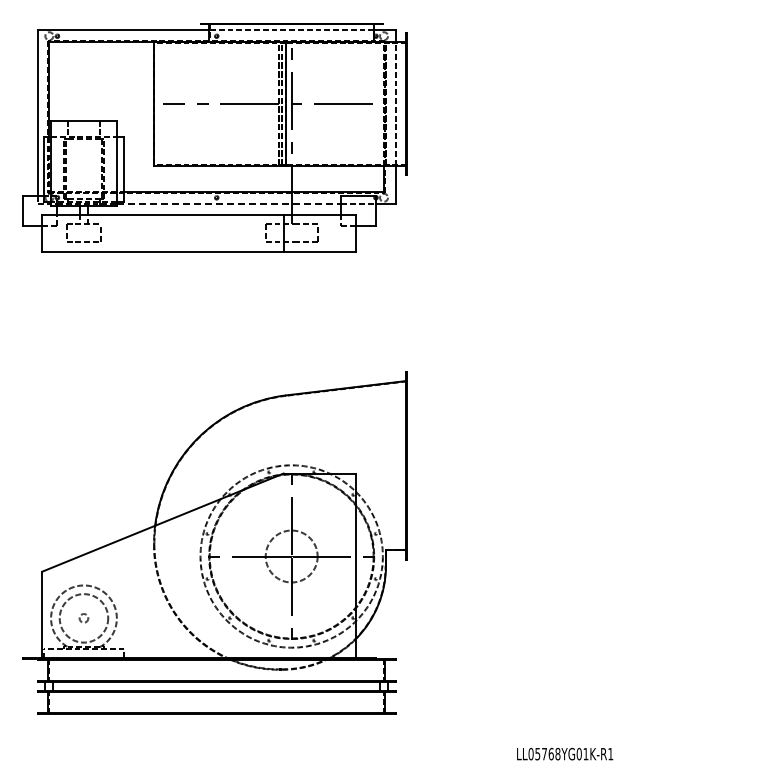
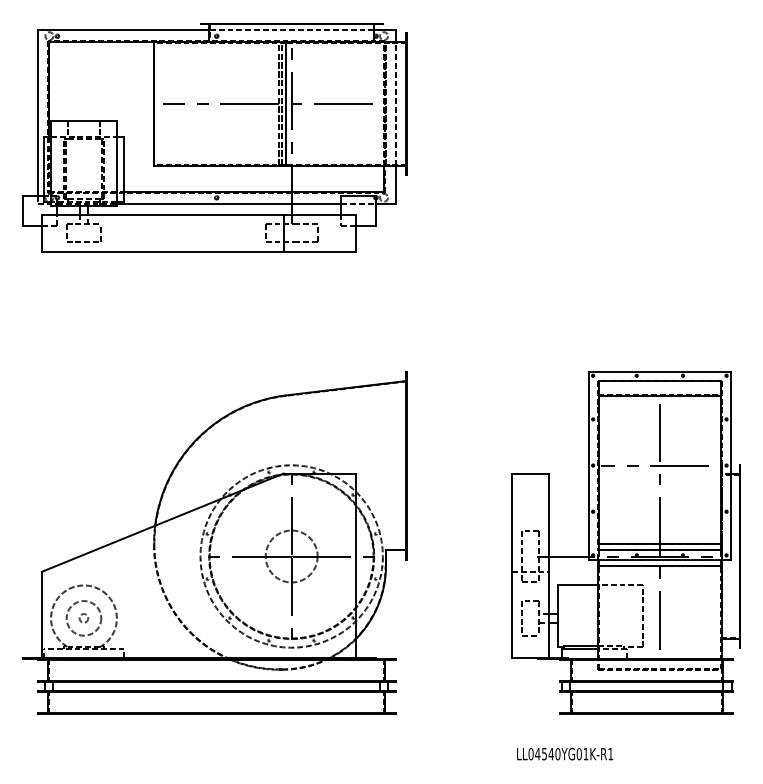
line at (229, 203): dashed -> solid
part at (625, 542): none -> present
circle at (83, 618) diameter: 48 px -> 35 px
text at (547, 753): LL05768YG01K-R1 -> LL04540YG01K-R1
